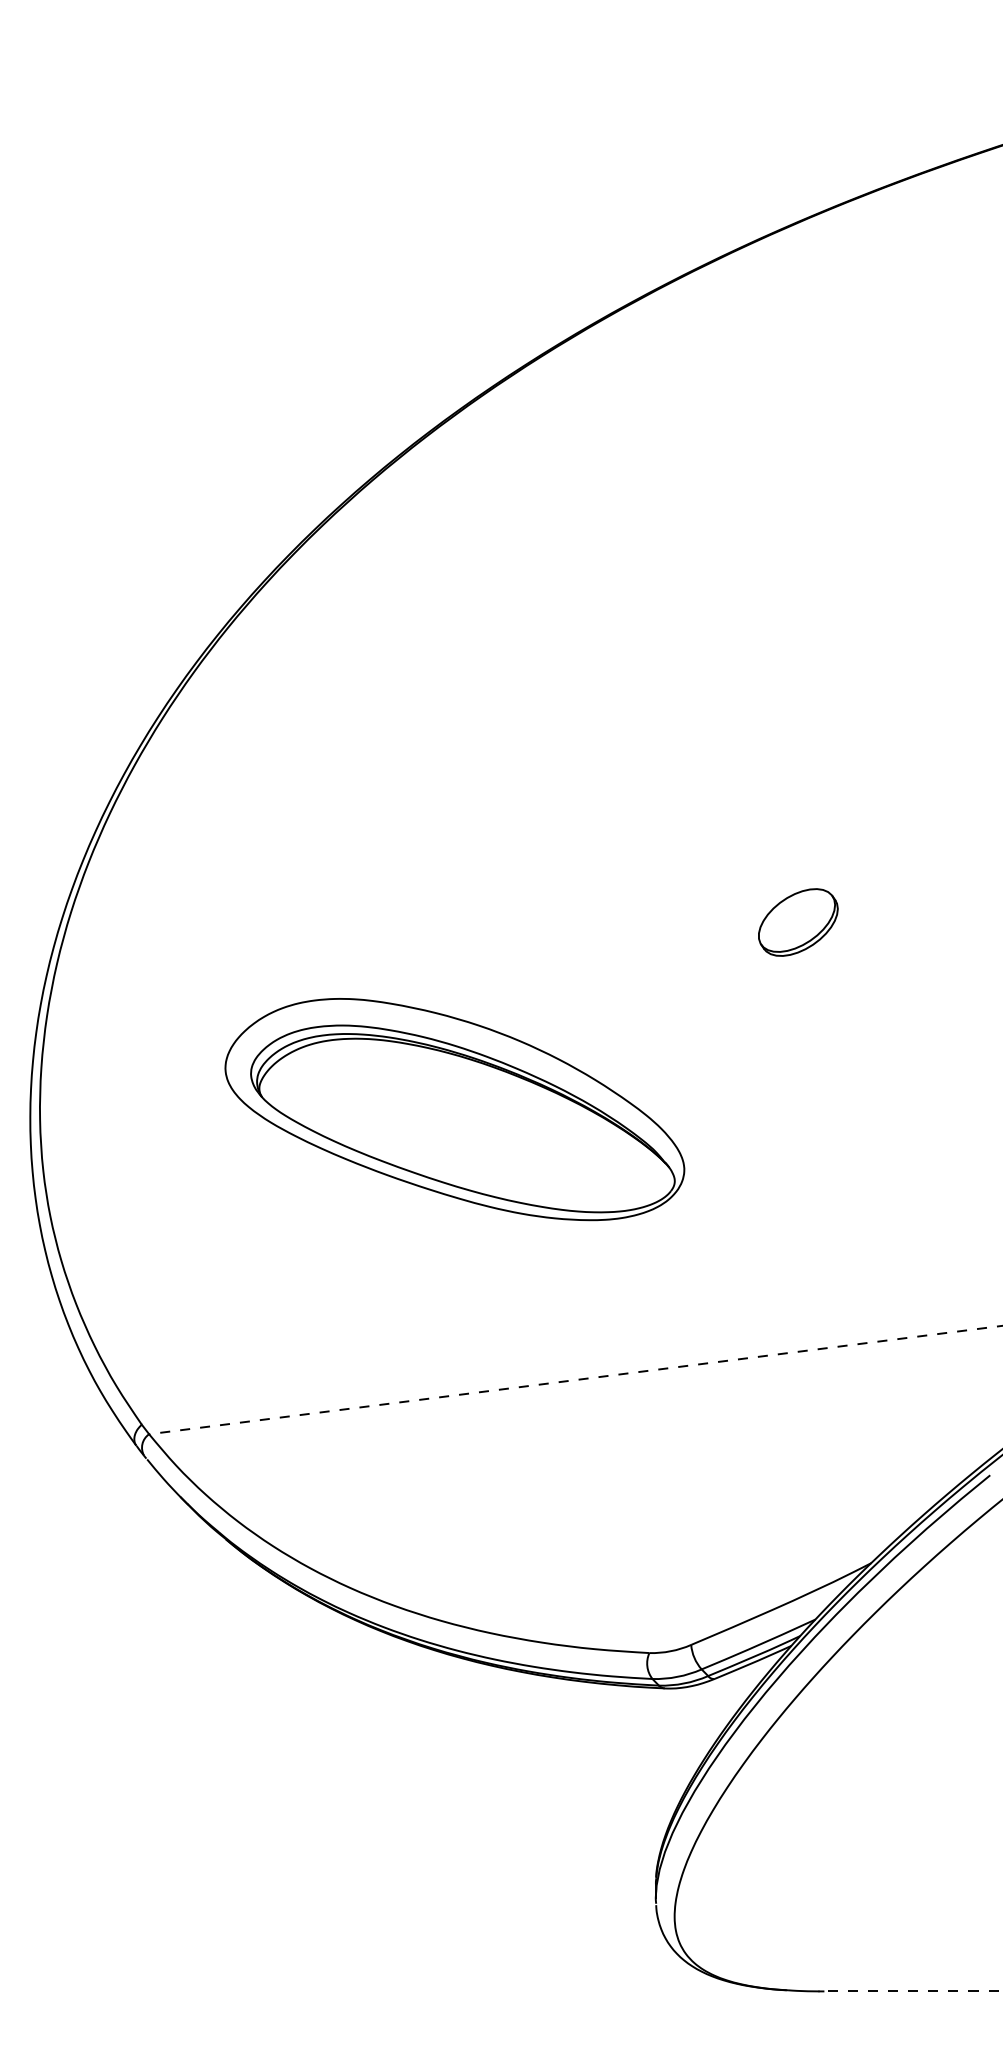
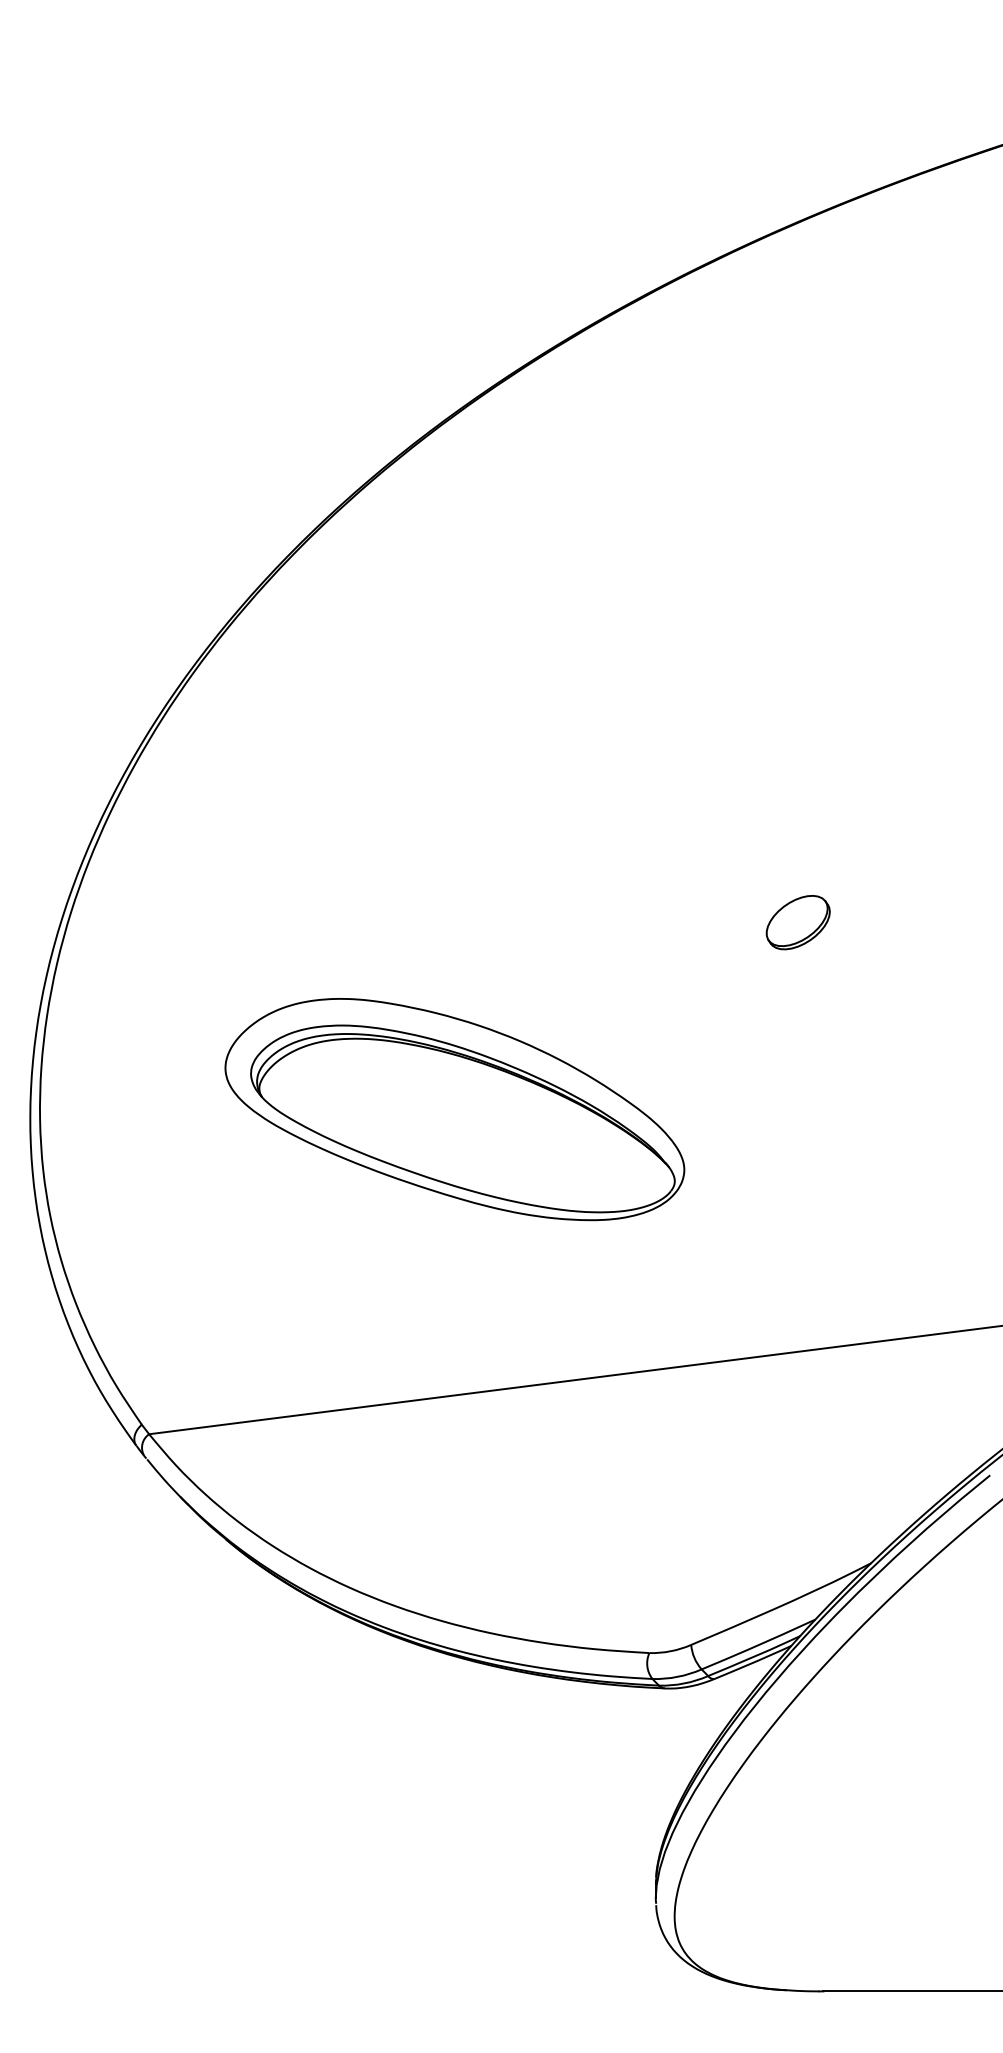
part at (798, 922) size: 81x69 px -> 66x56 px
line at (575, 1380): dashed -> solid
line at (912, 1991): dashed -> solid
